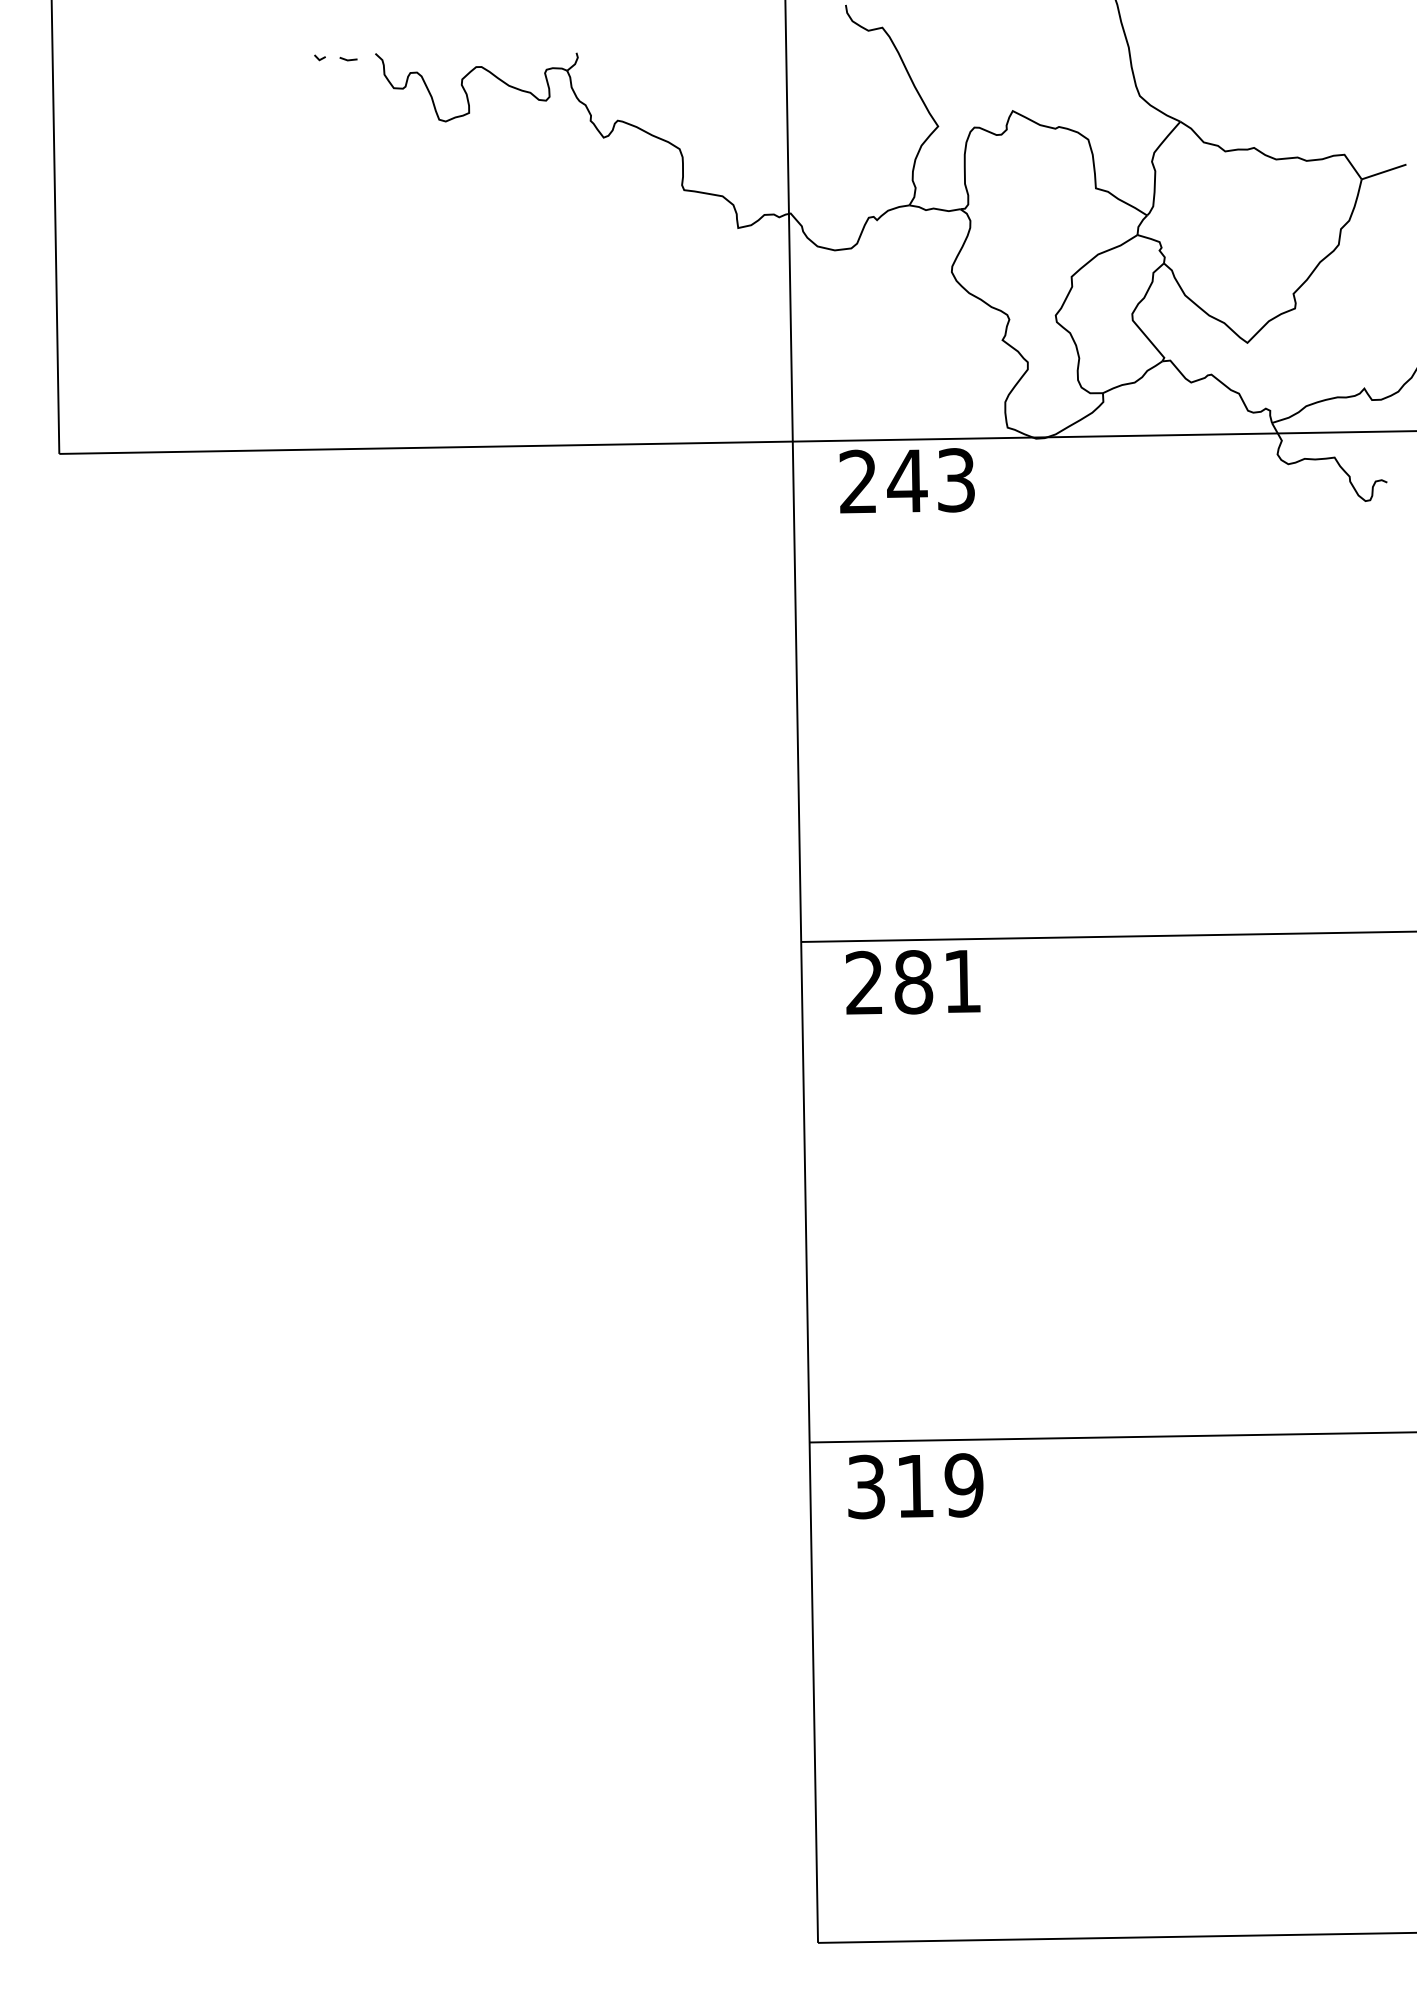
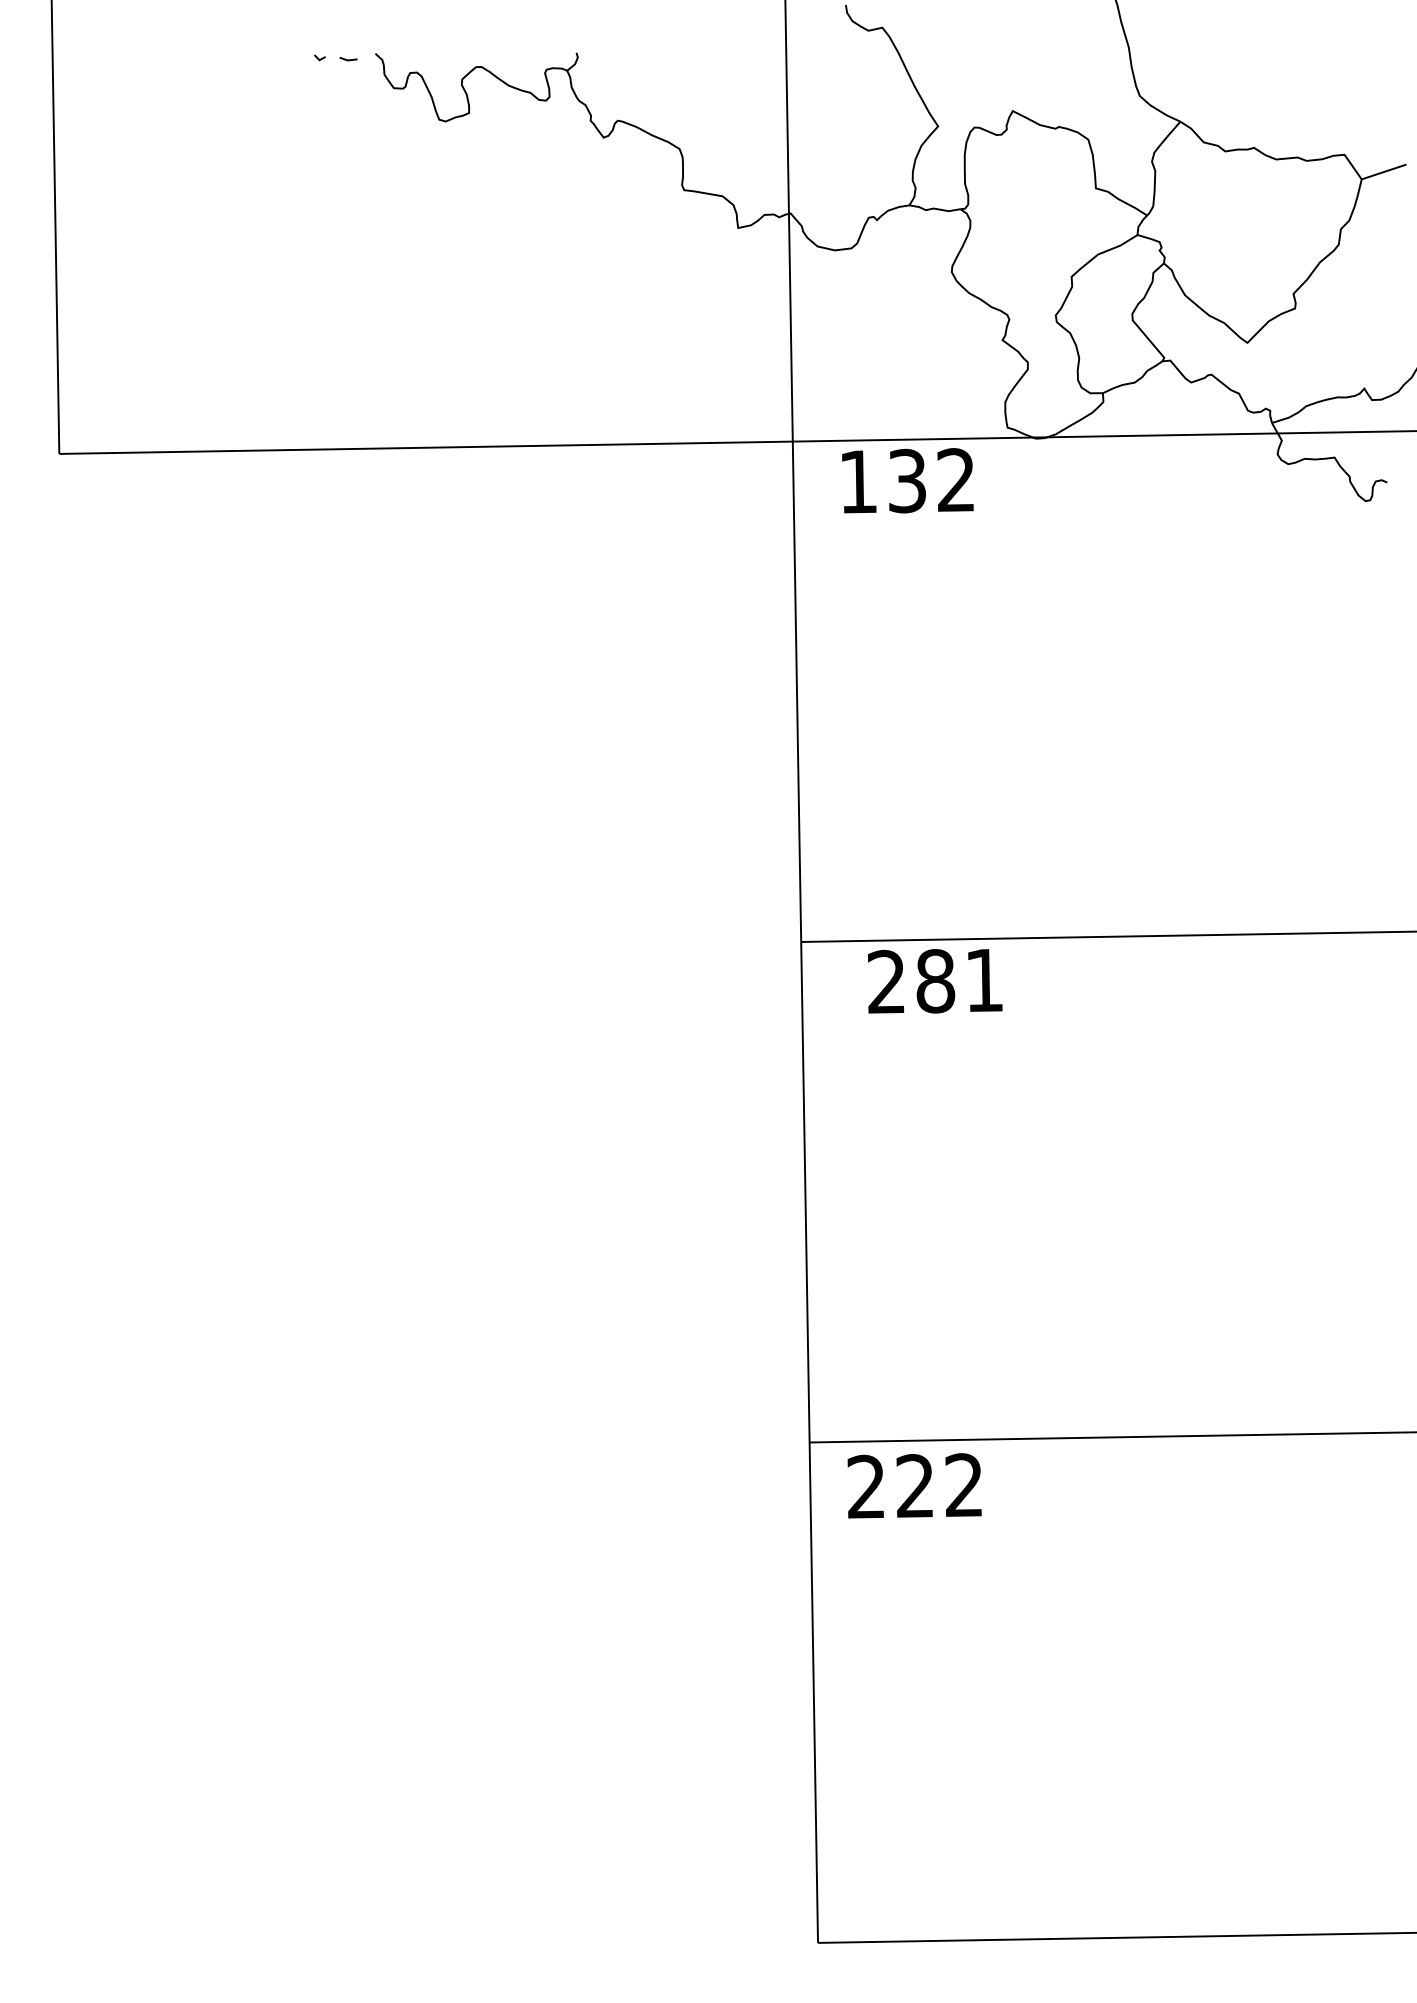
text at (906, 480): 243 -> 132
text at (913, 982) position: (913, 982) -> (935, 981)
text at (915, 1486): 319 -> 222
